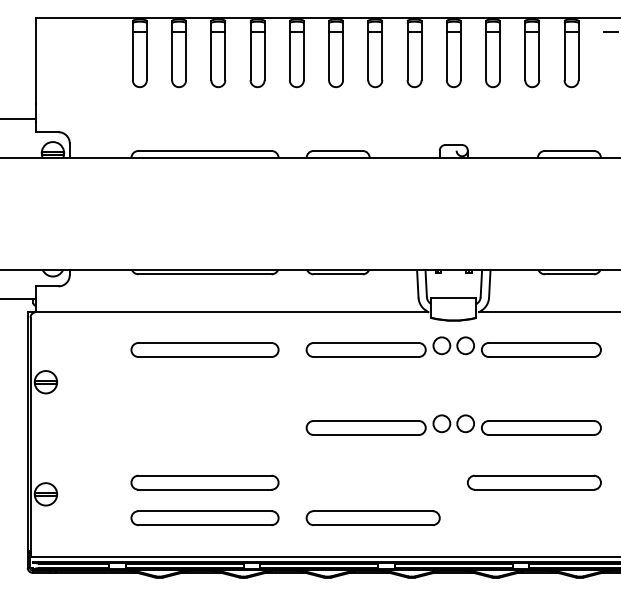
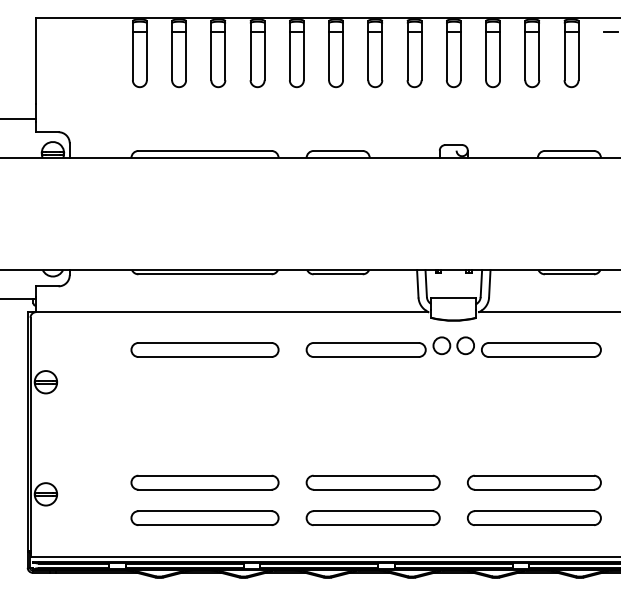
part at (453, 424): present -> none
part at (372, 482): none -> present
part at (534, 517): none -> present
